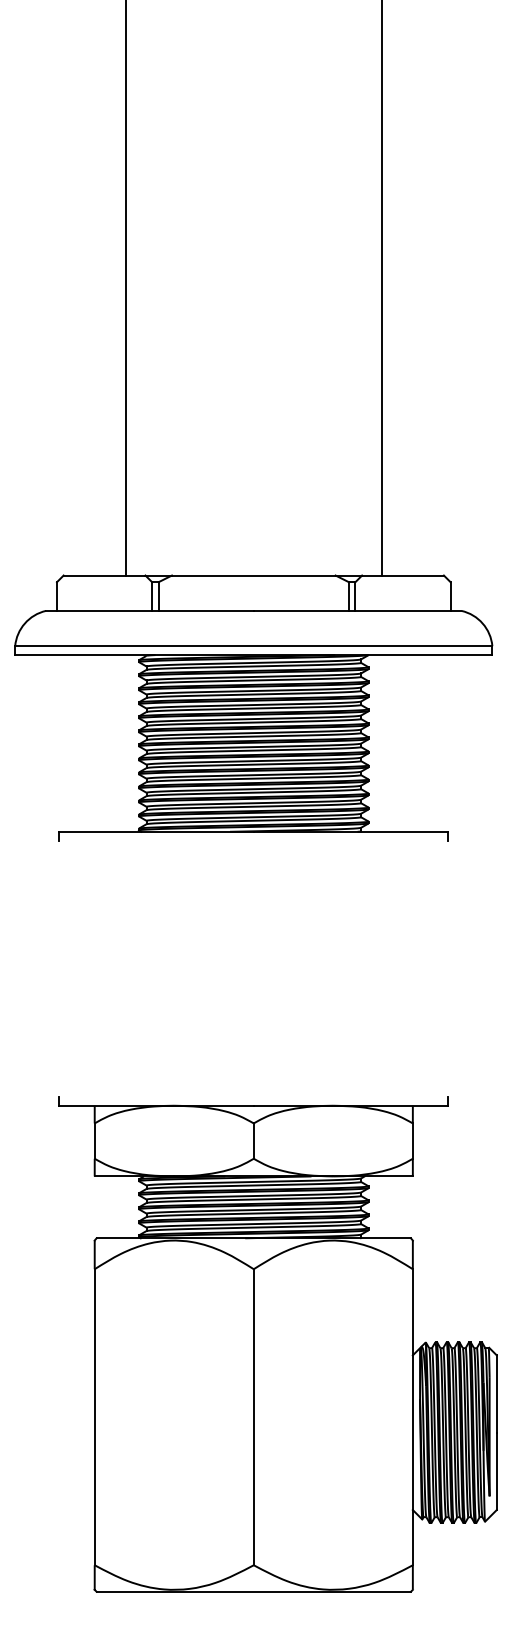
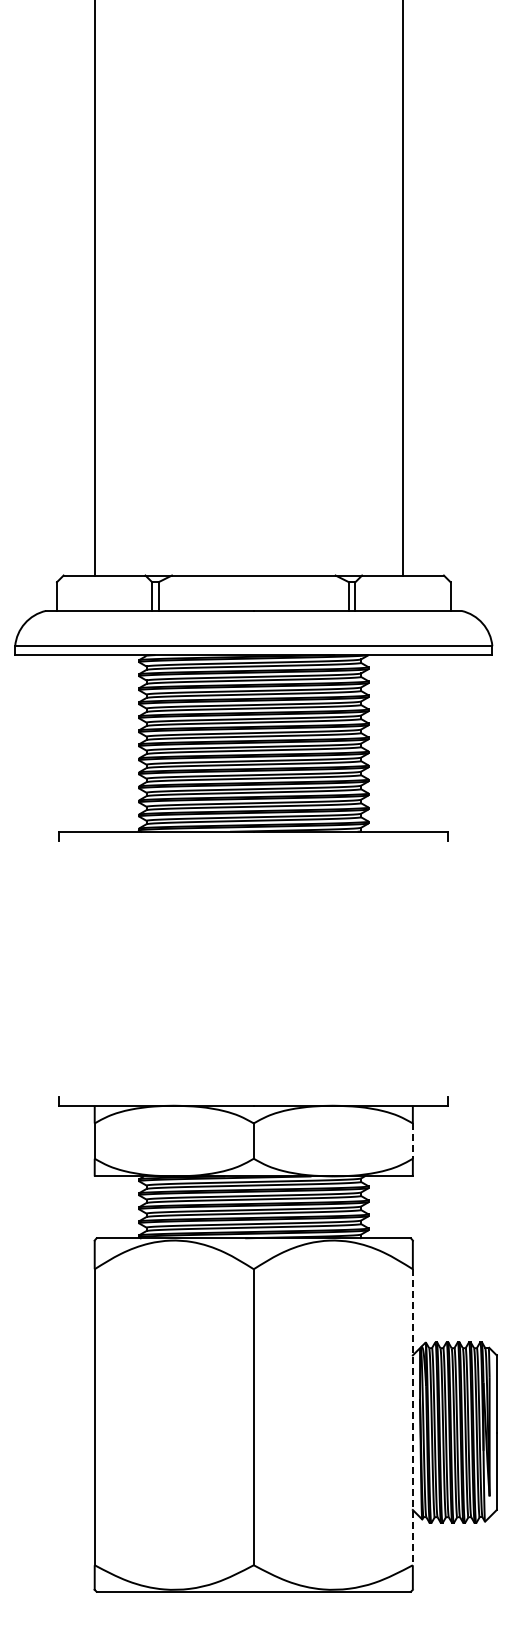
line at (125, 288) position: (125, 288) -> (94, 288)
line at (381, 288) position: (381, 288) -> (402, 288)
line at (412, 1141): solid -> dashed
line at (412, 1417): solid -> dashed
